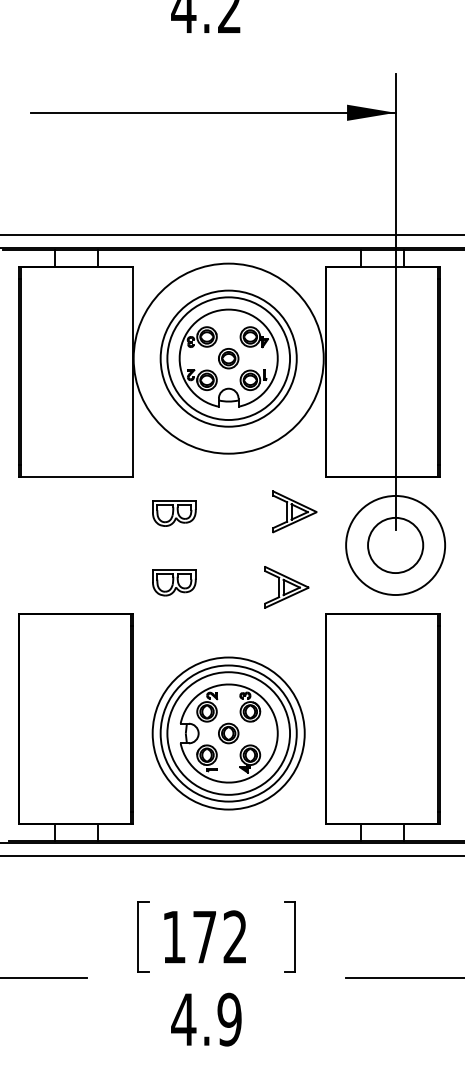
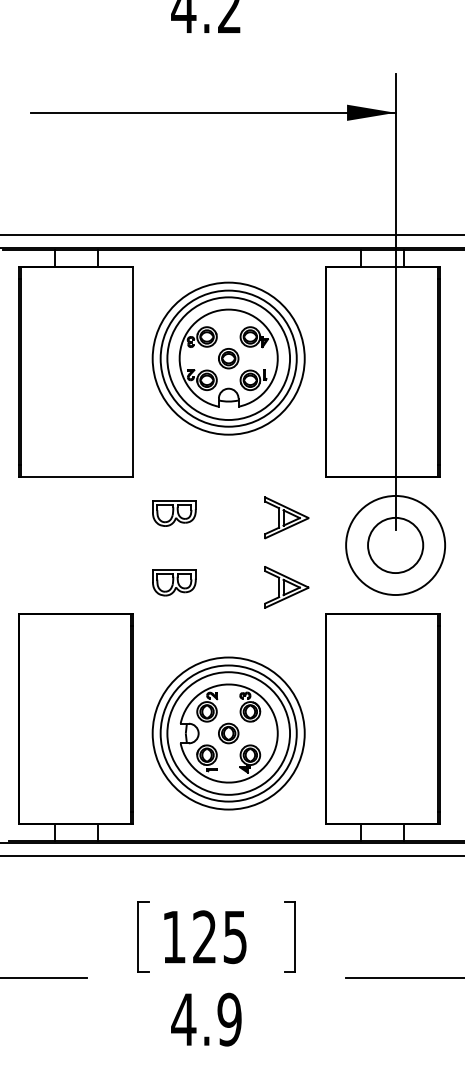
circle at (228, 358) diameter: 190 px -> 152 px
part at (294, 511) position: (294, 511) -> (286, 517)
text at (219, 937): 172 -> 125
